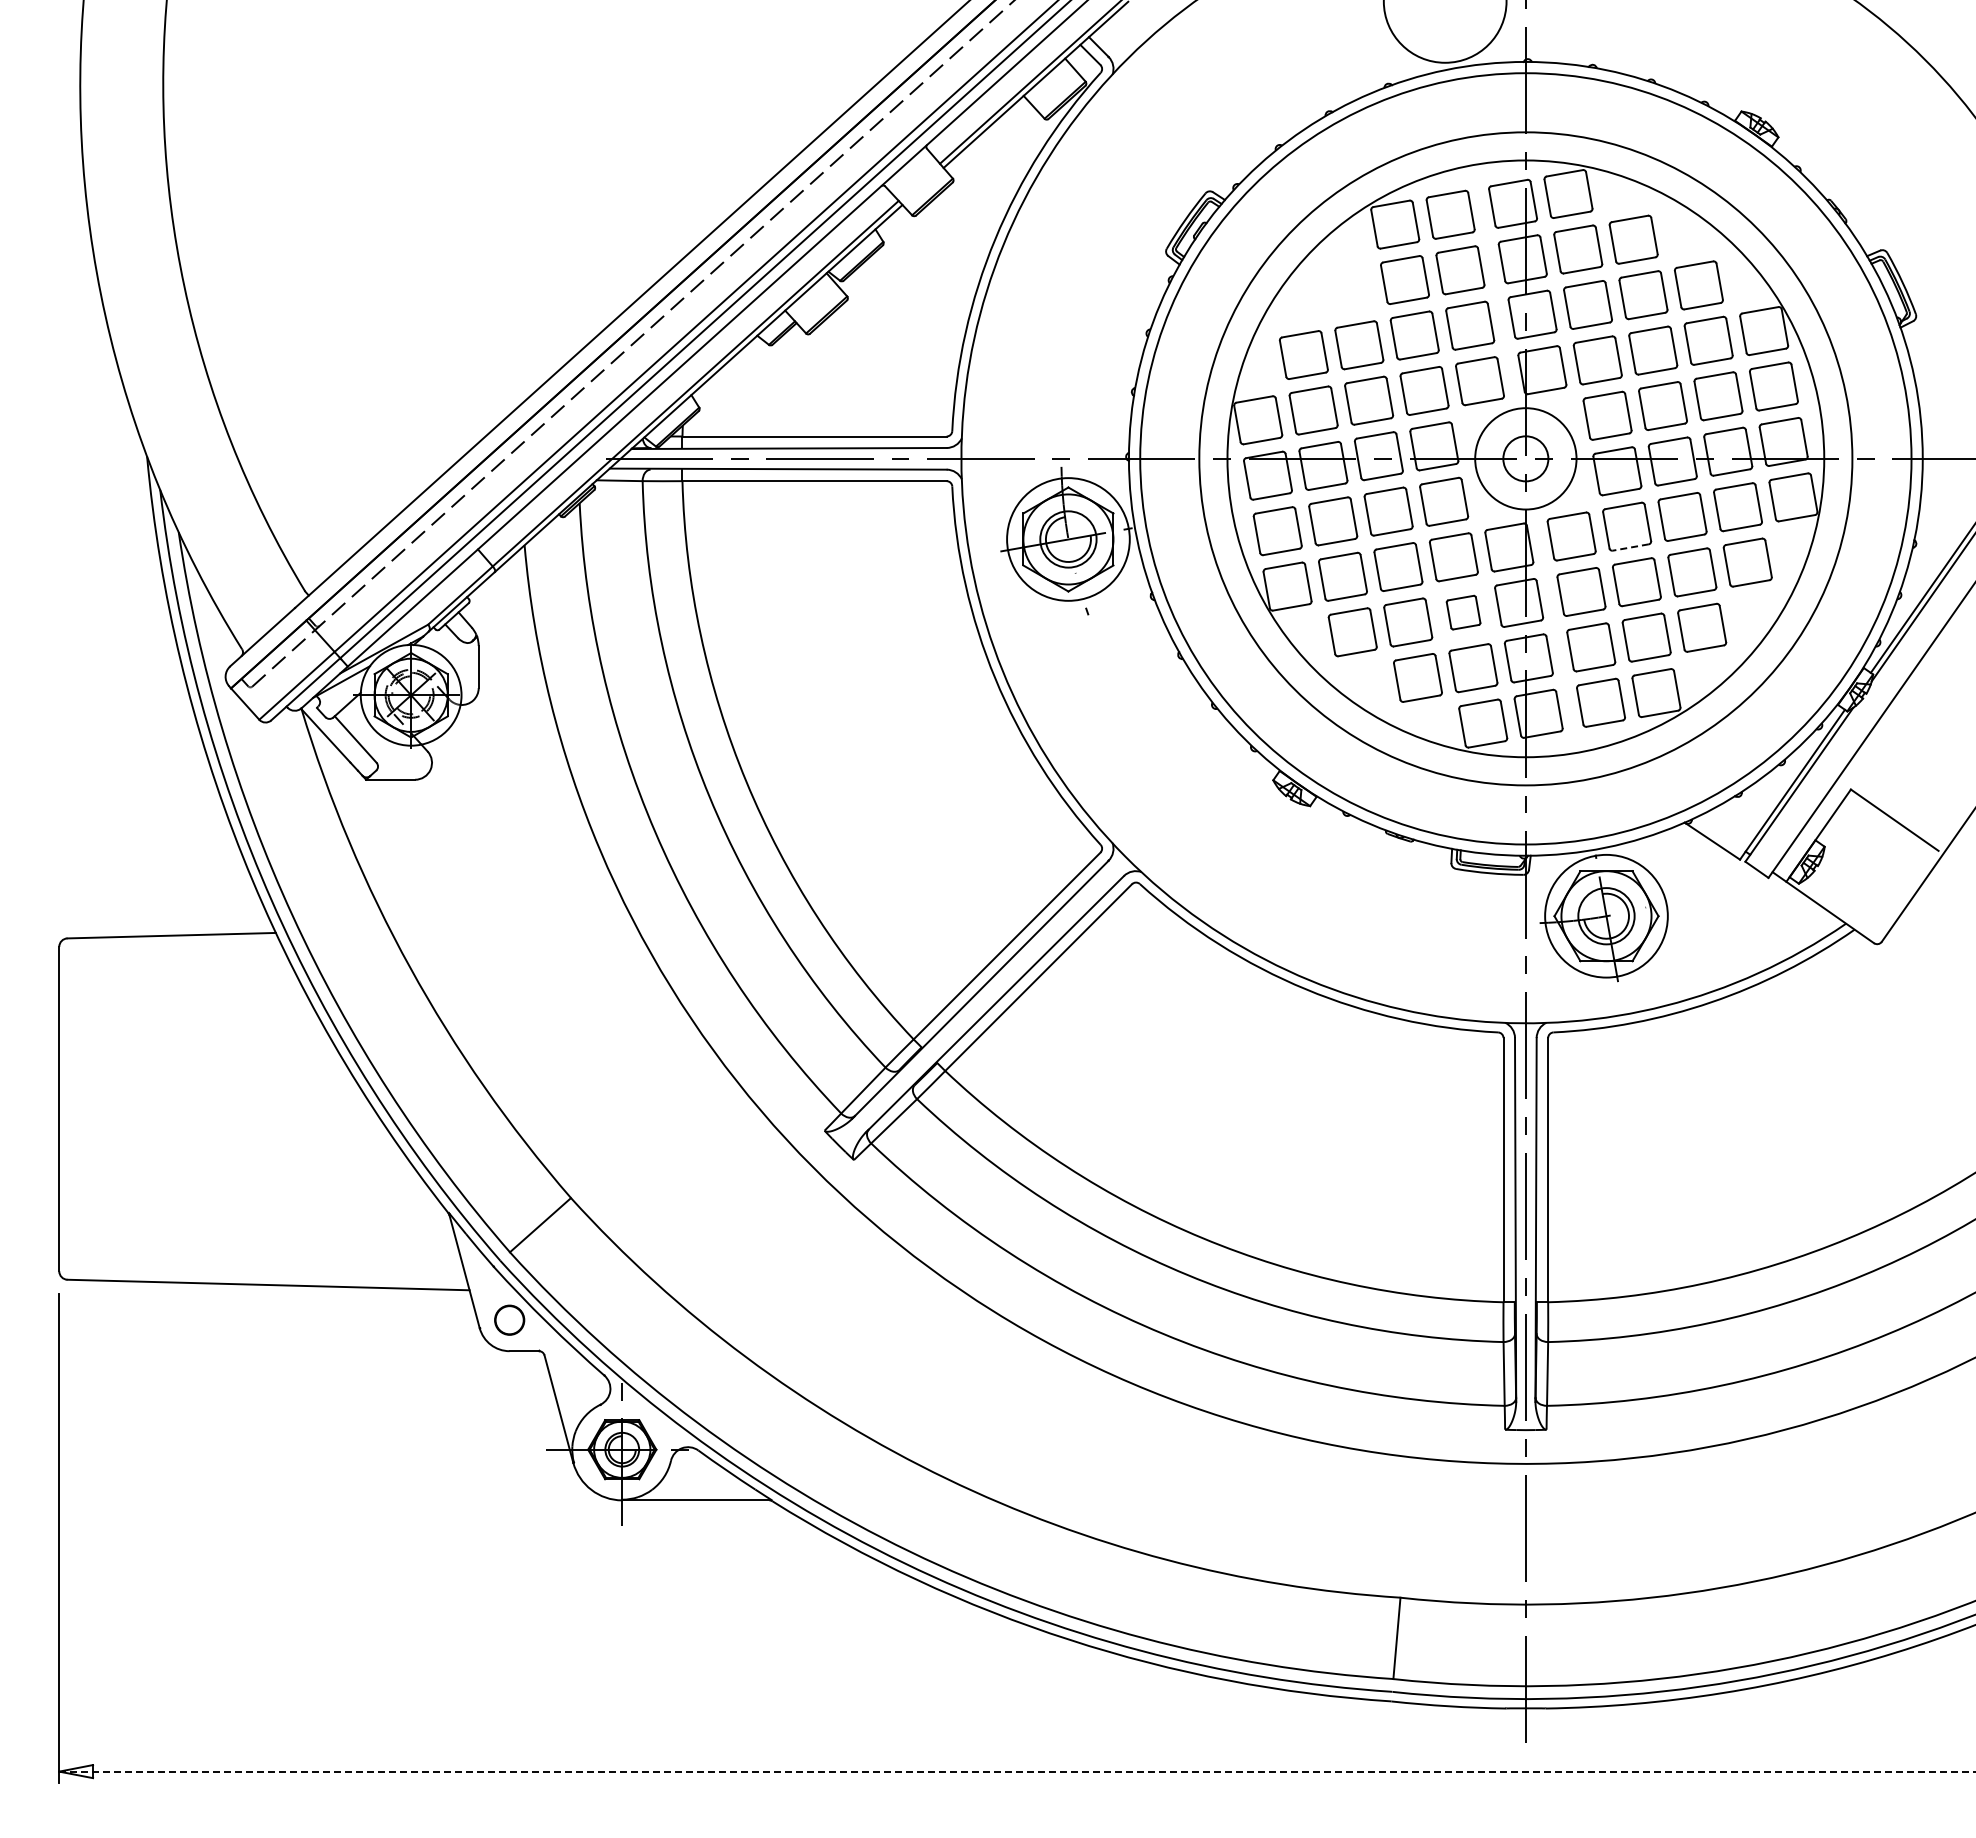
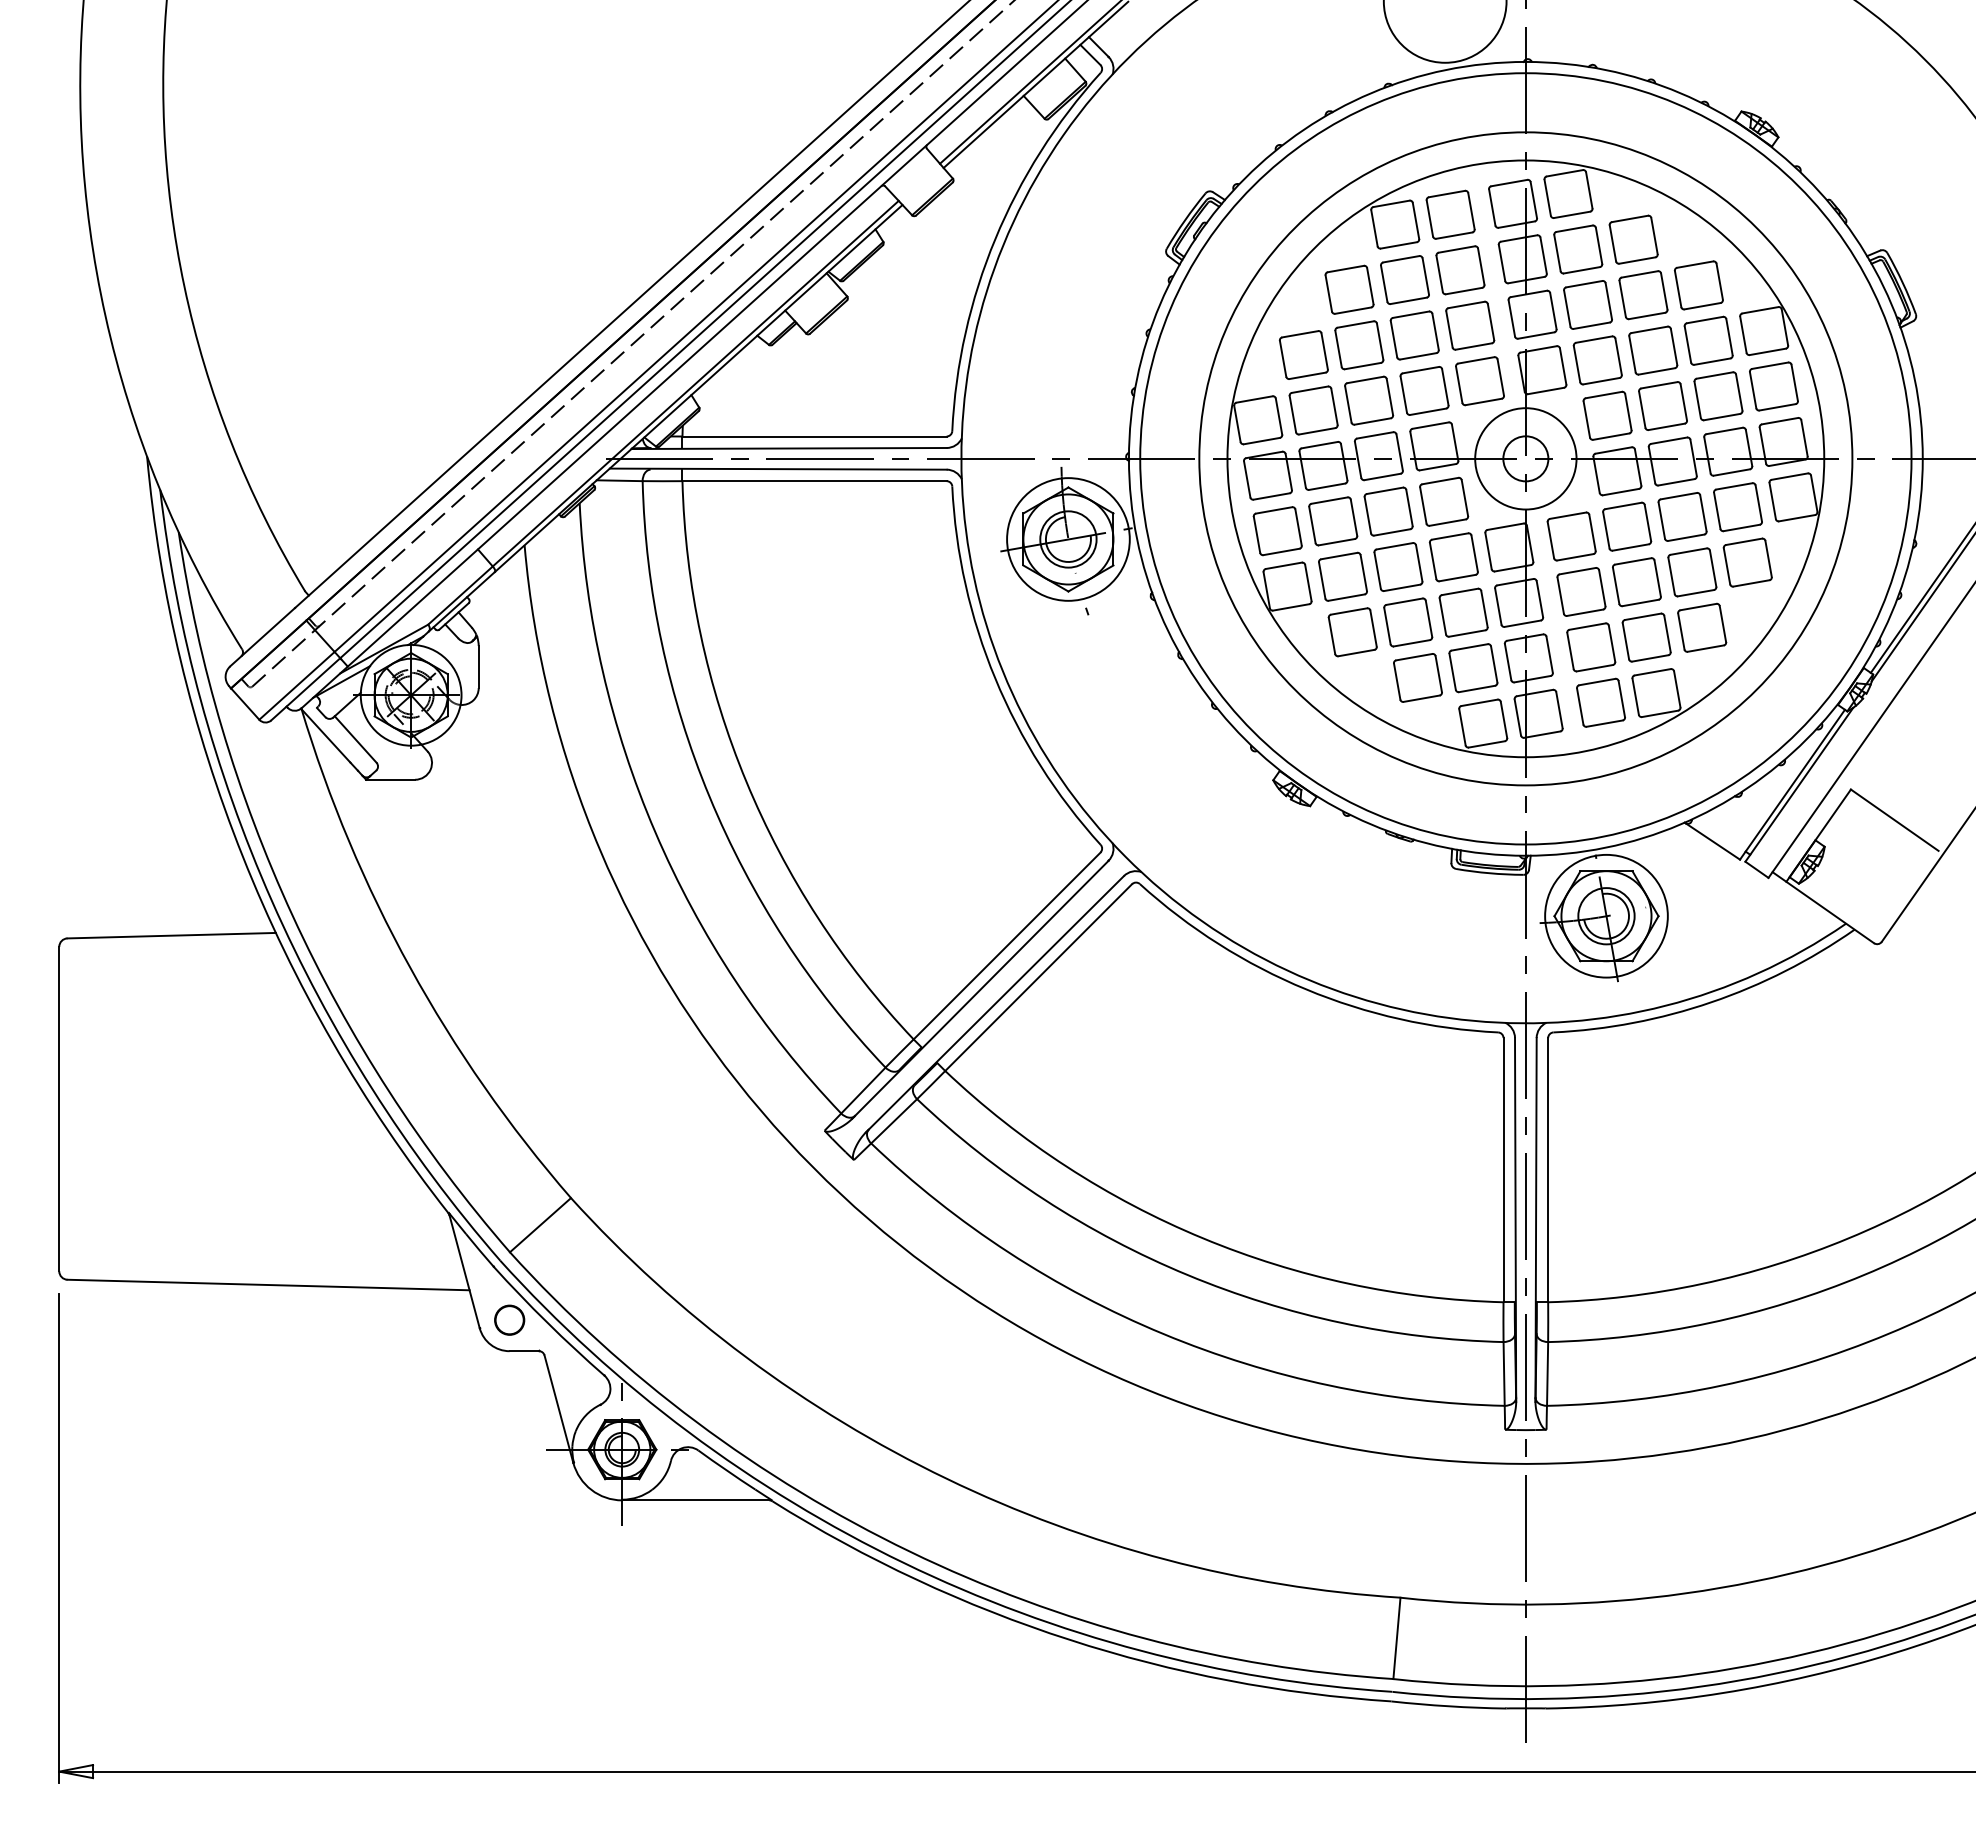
part at (1349, 289): none -> present
line at (1630, 547): dashed -> solid
part at (1463, 612) size: 37x37 px -> 51x51 px
line at (1017, 1771): dashed -> solid
